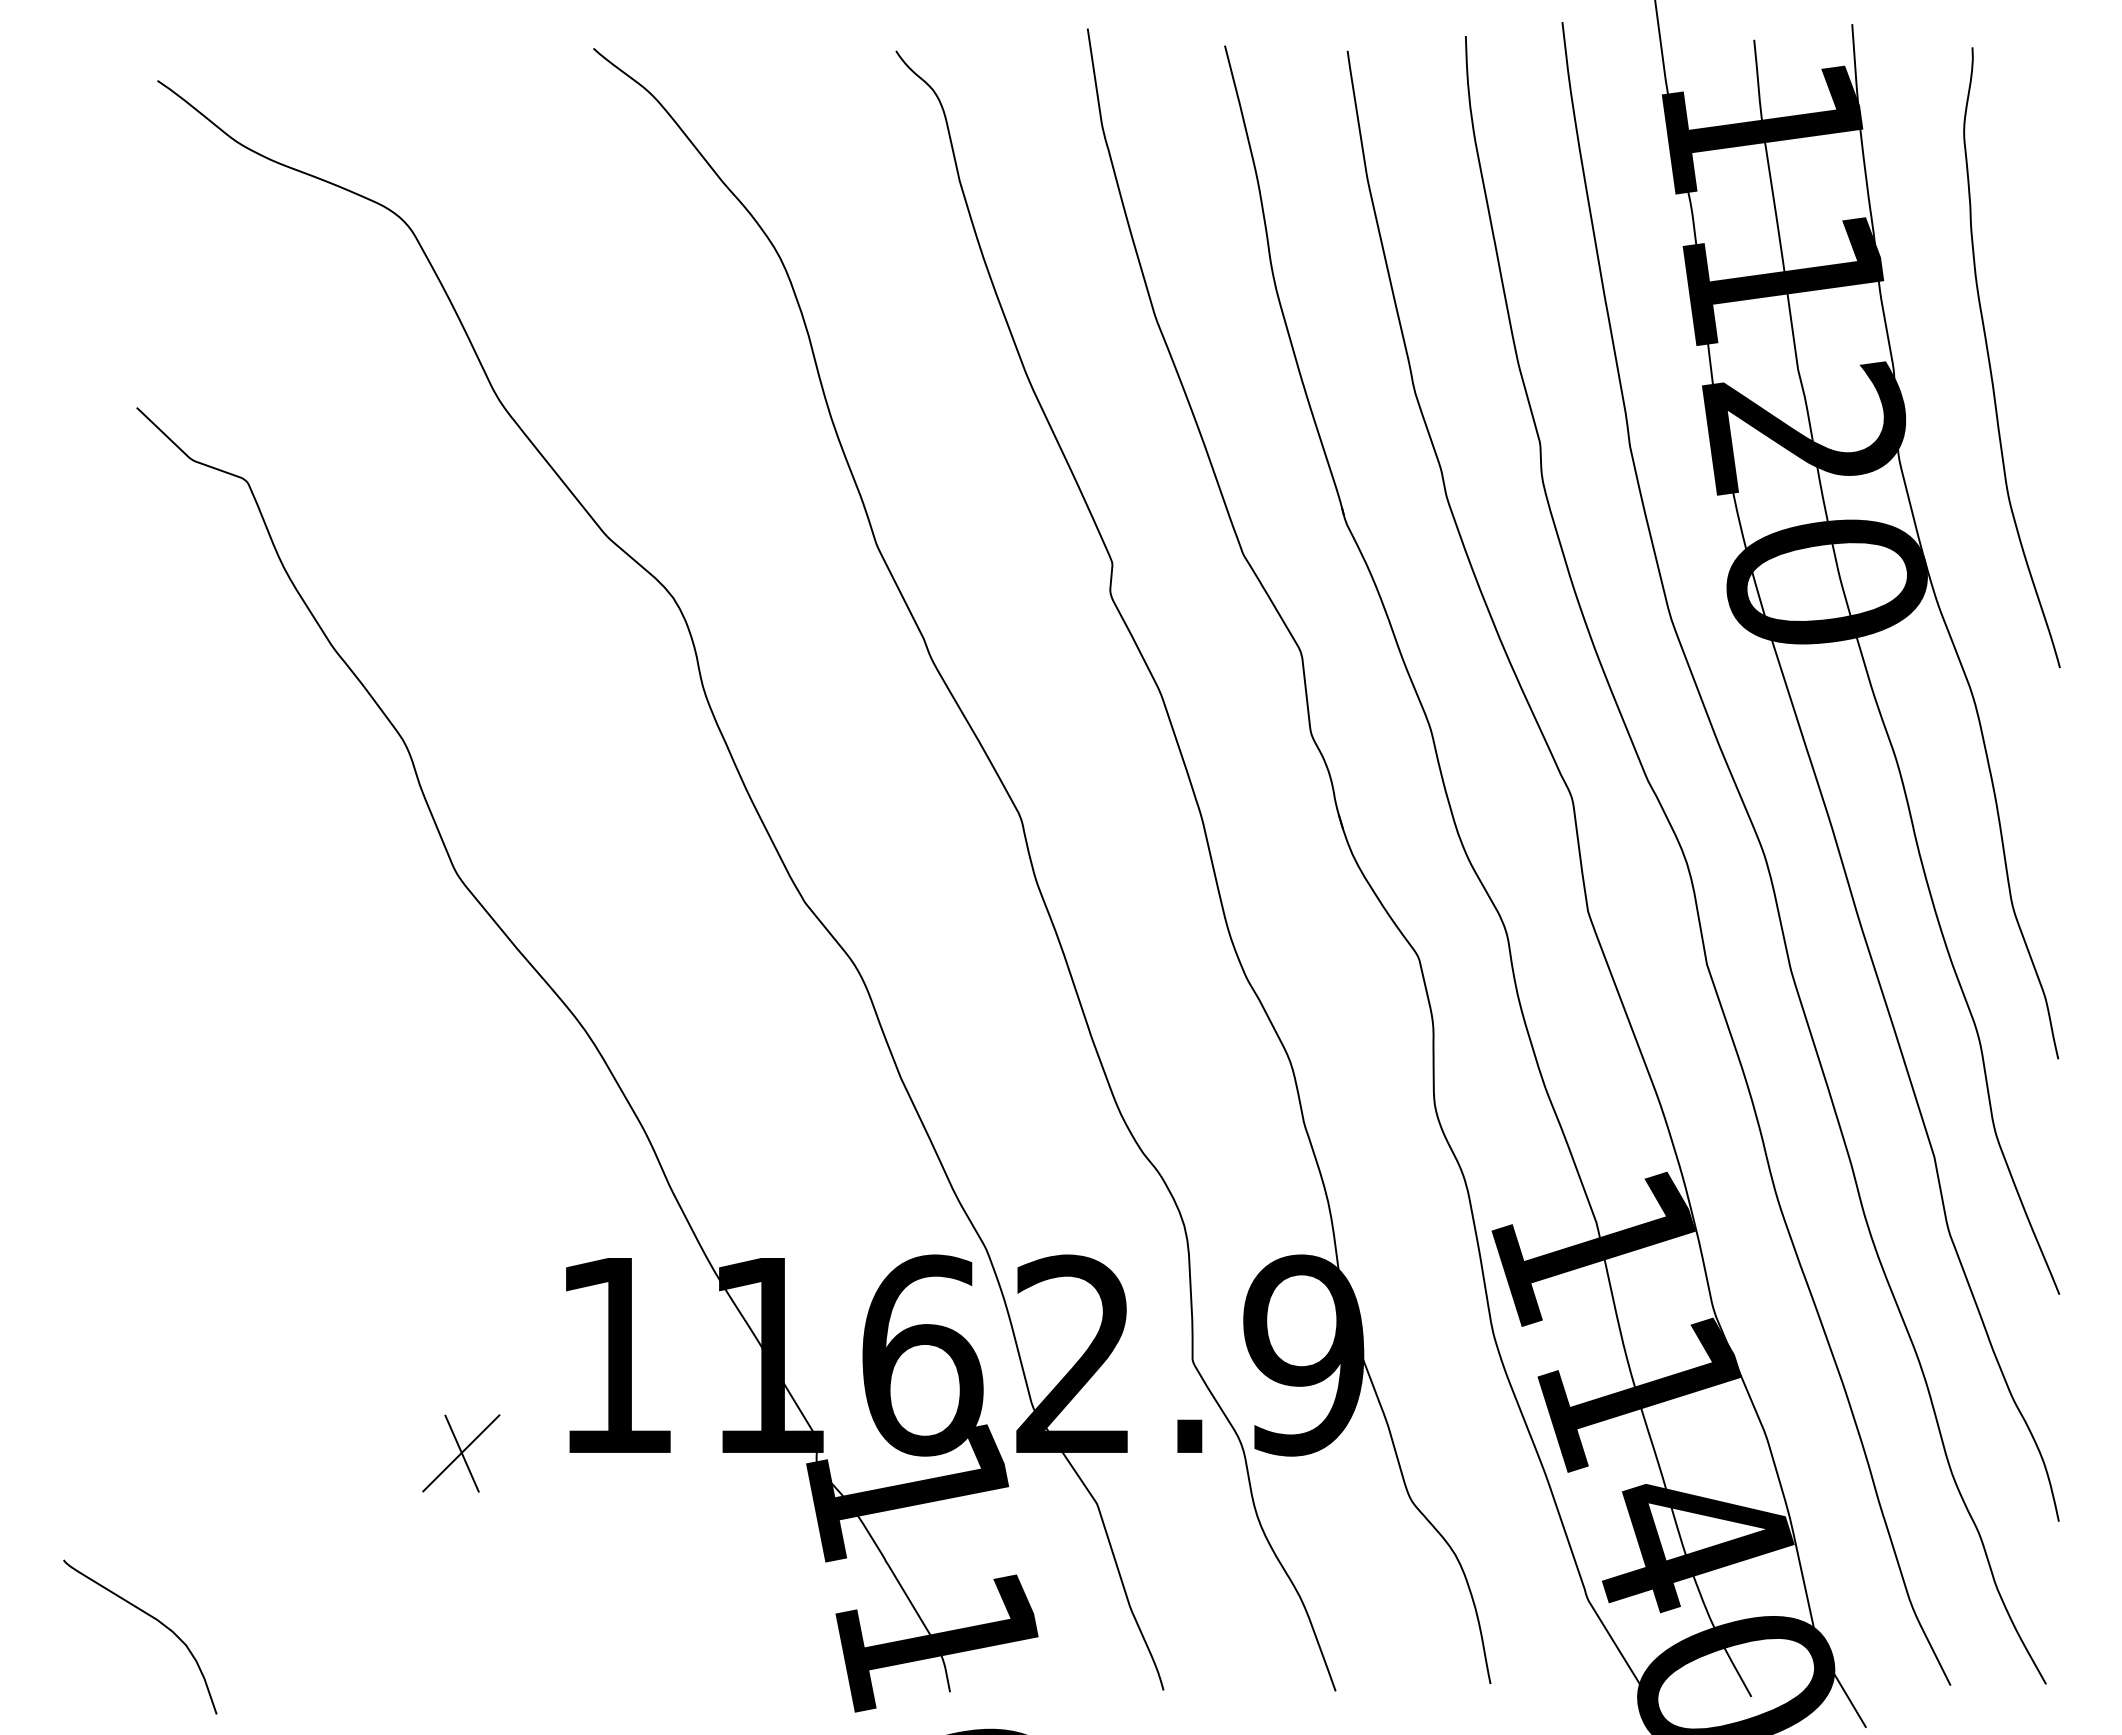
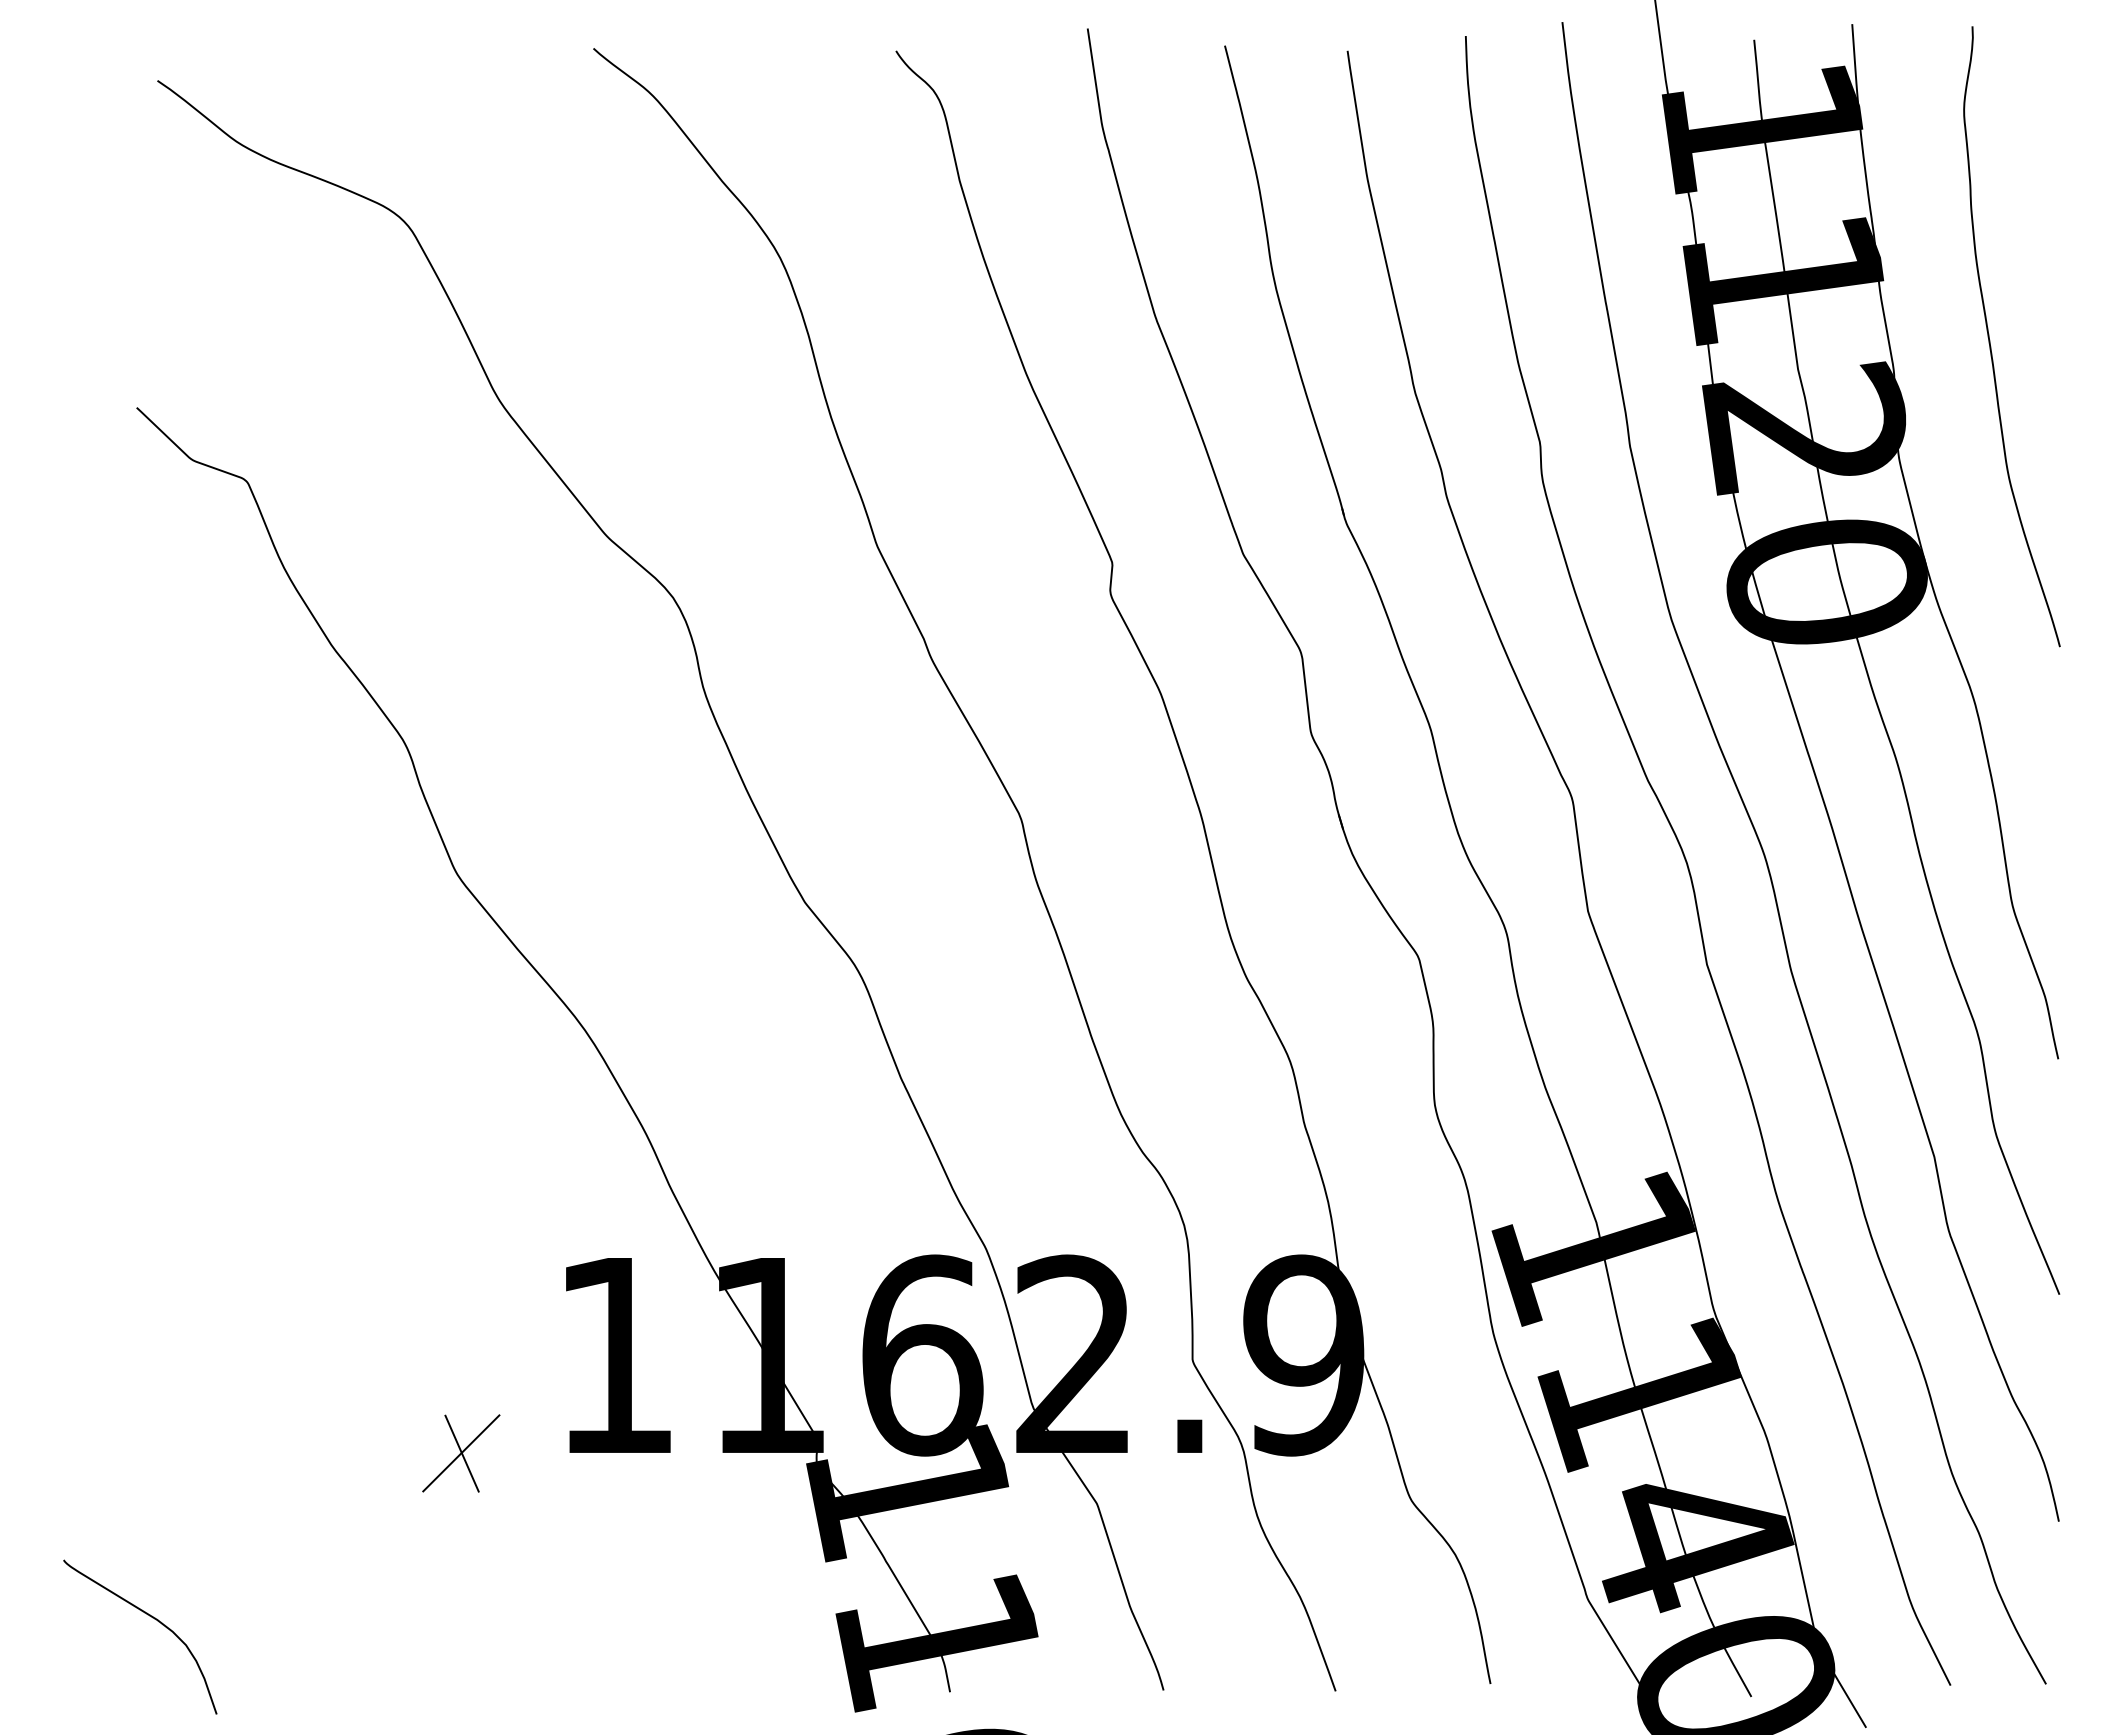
curve at (1990, 361) position: (1990, 361) -> (1990, 340)
